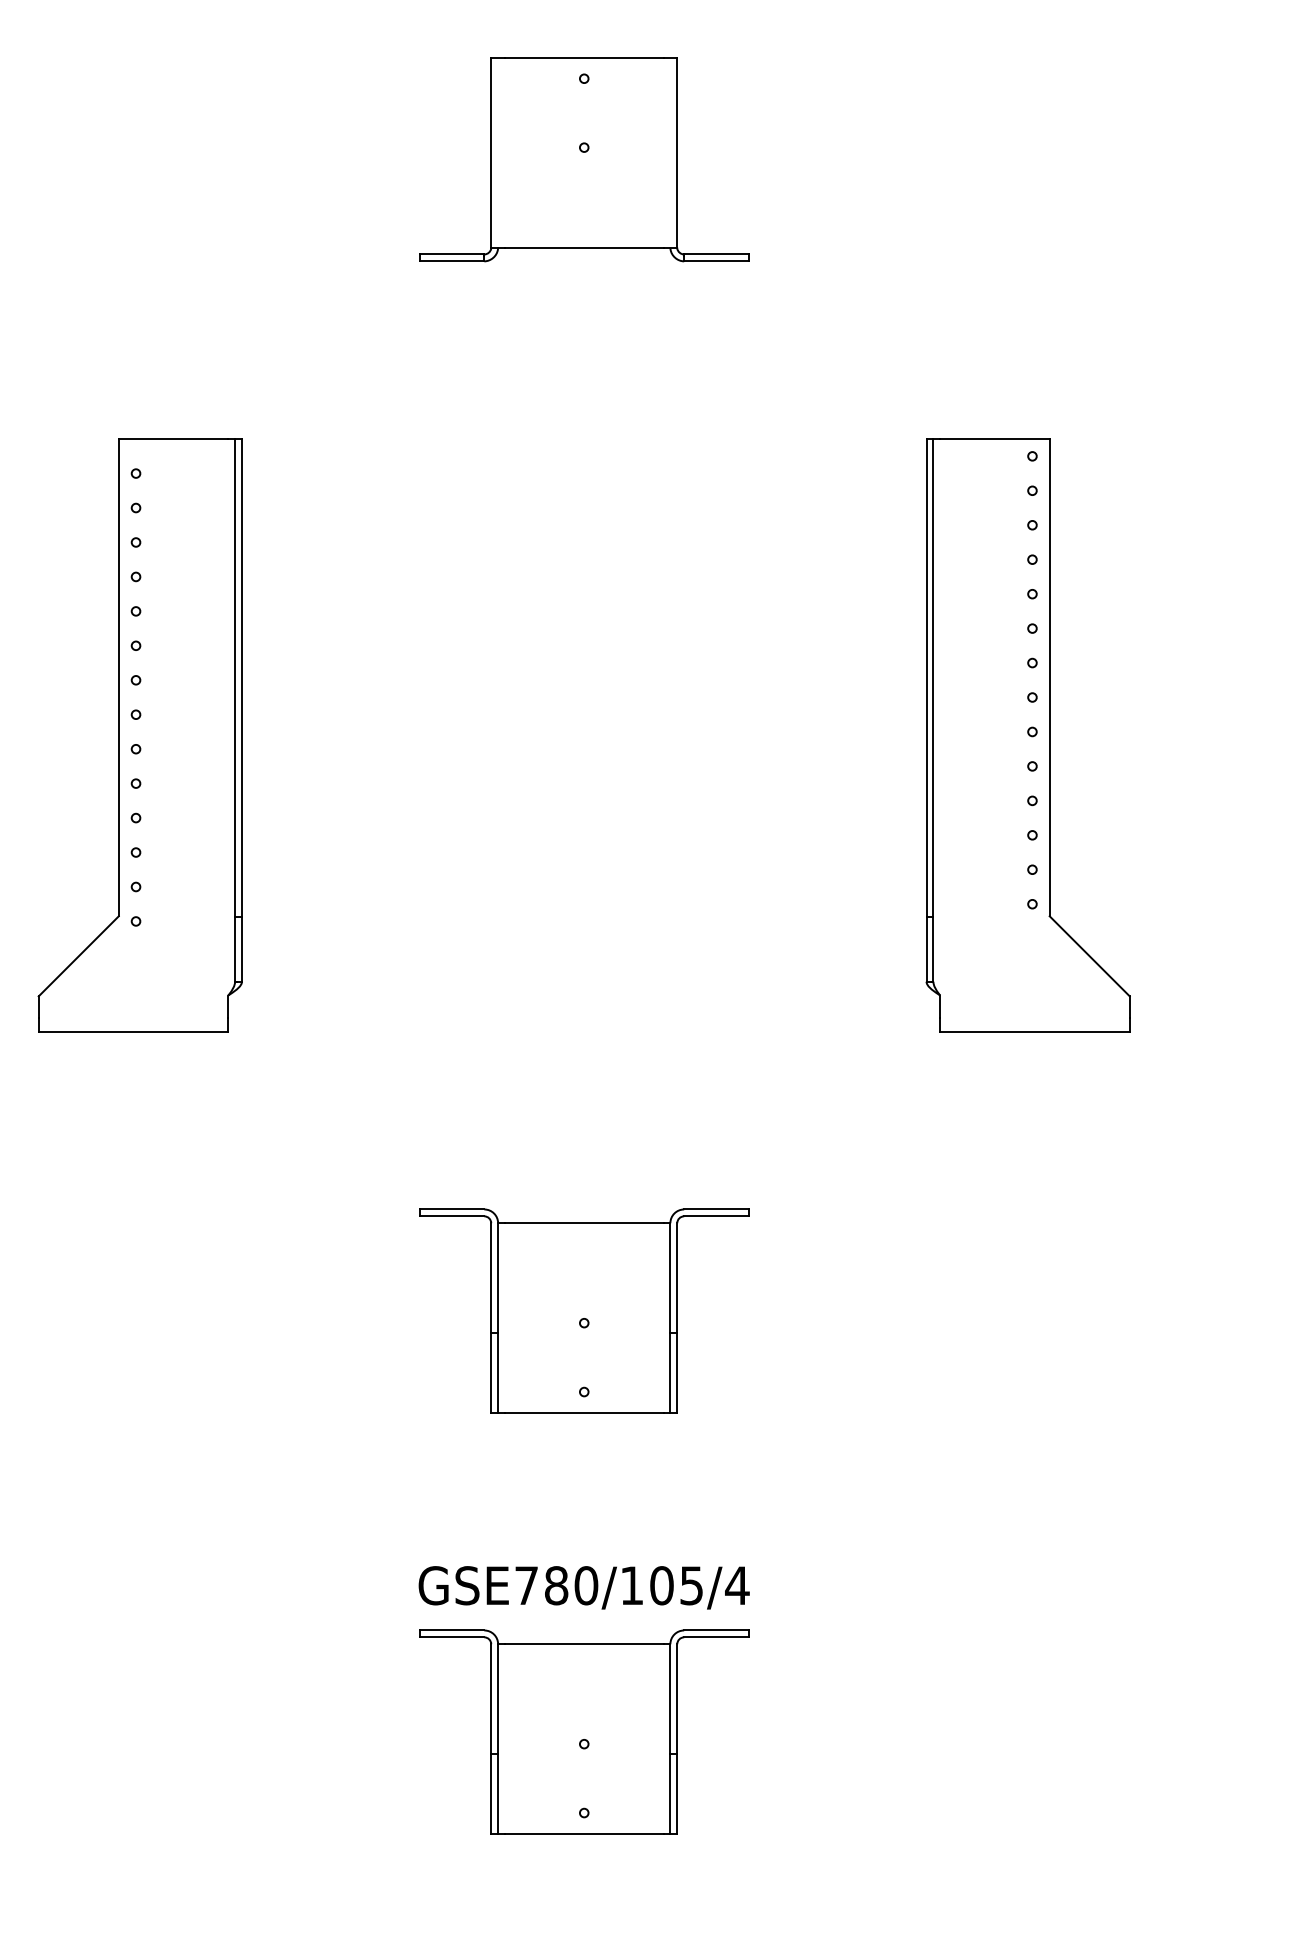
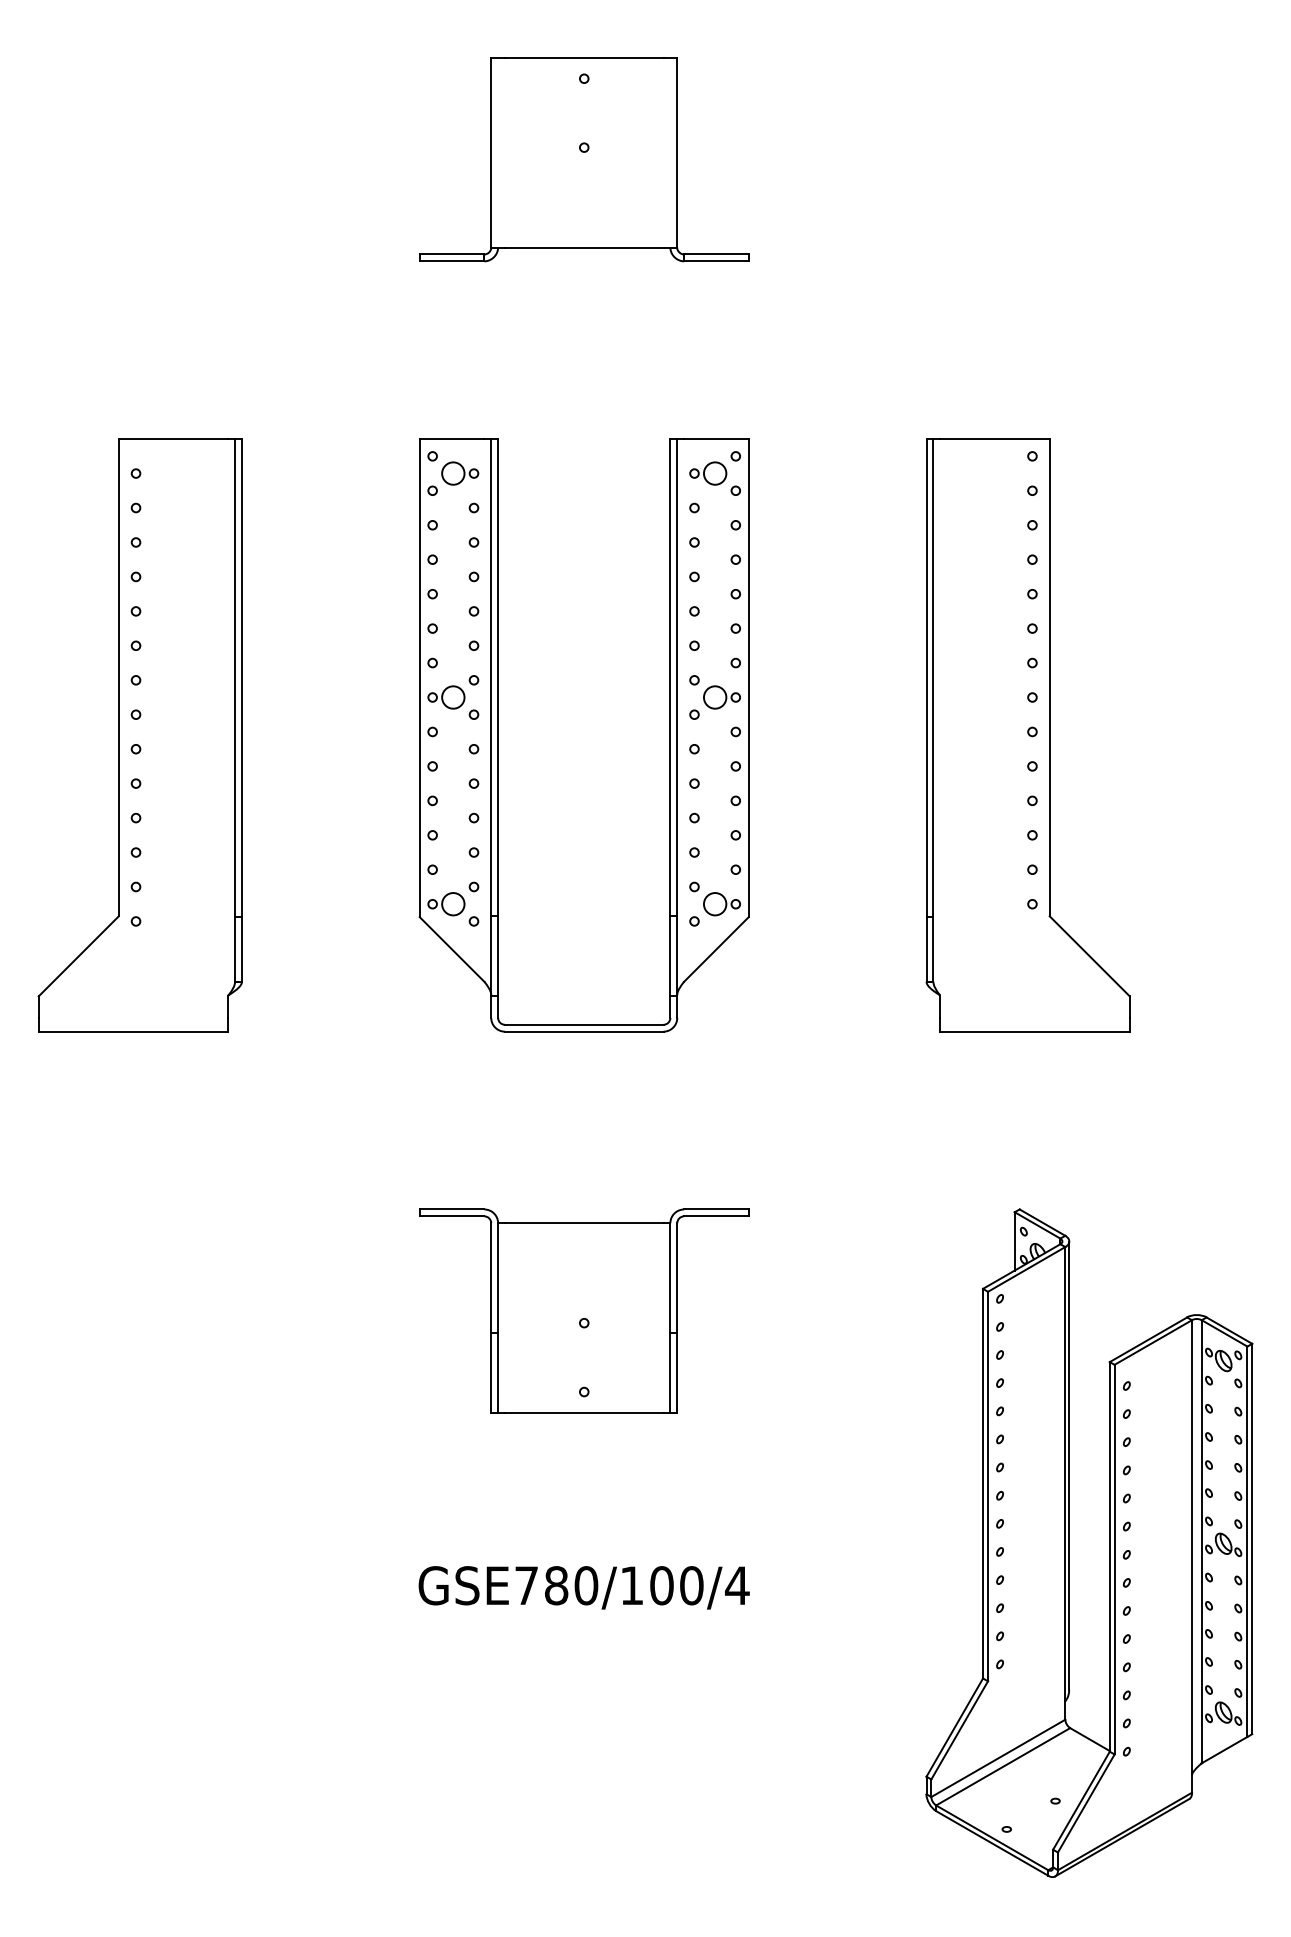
part at (498, 735): none -> present
part at (1069, 1542): none -> present
text at (691, 1585): GSE780/105/4 -> GSE780/100/4
part at (584, 1731): present -> none
